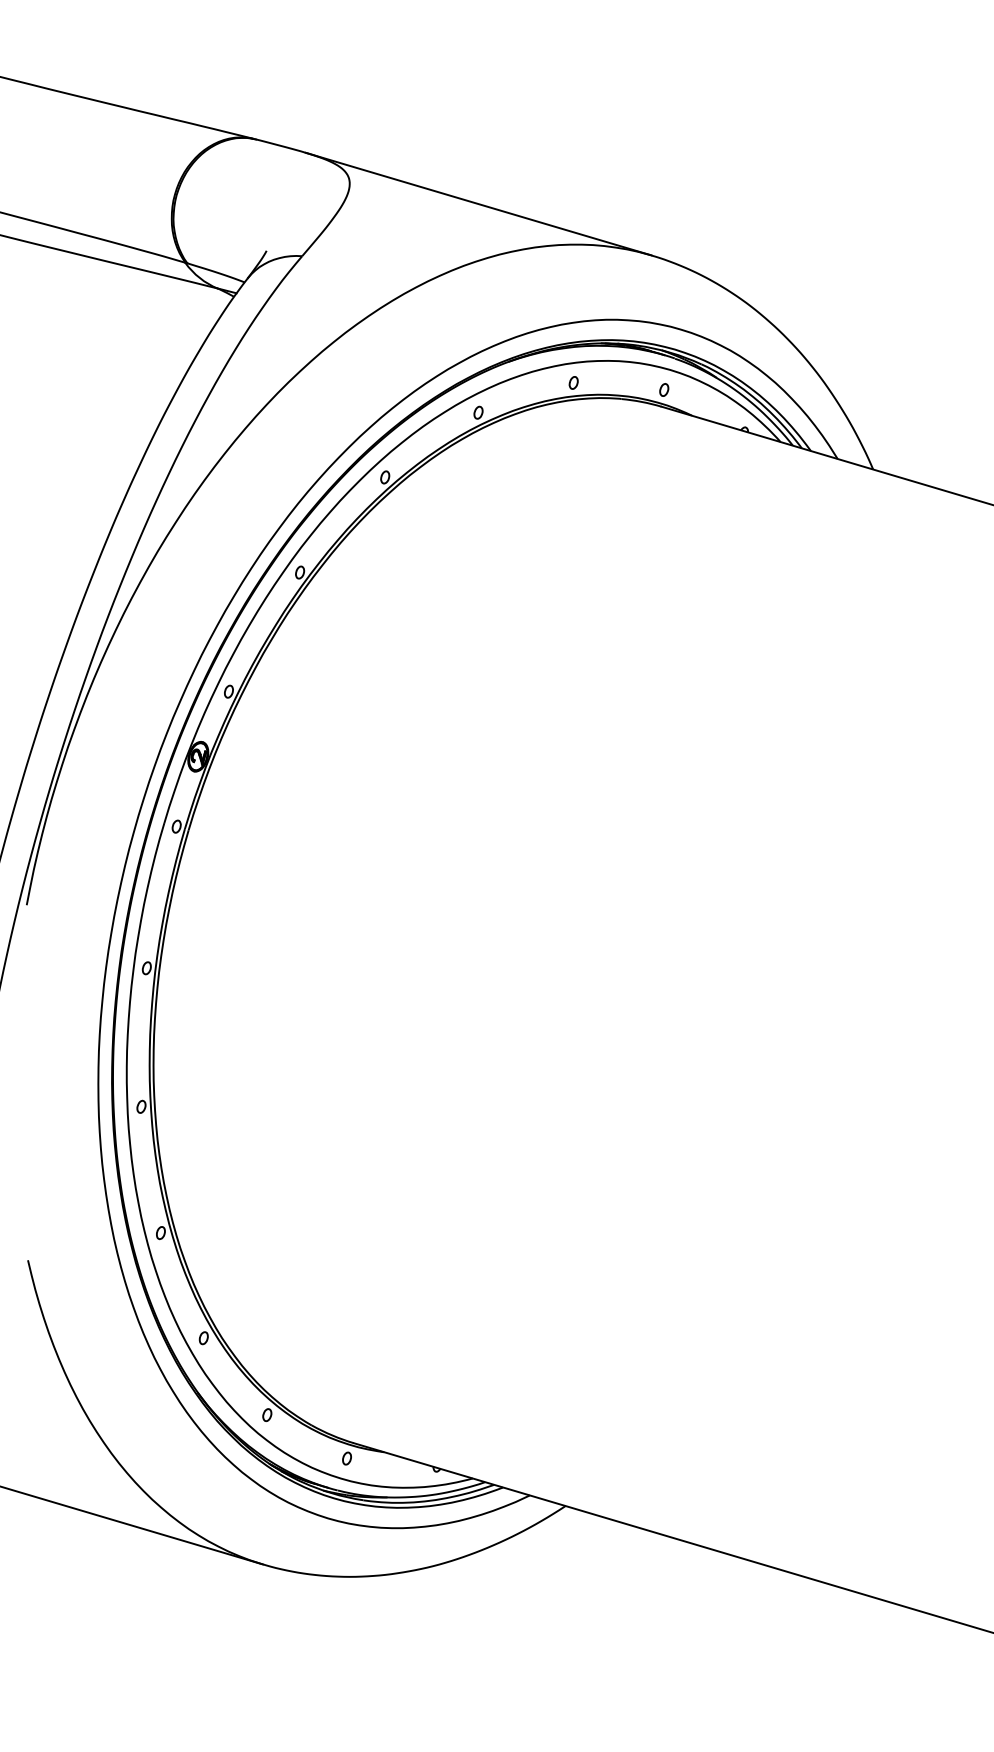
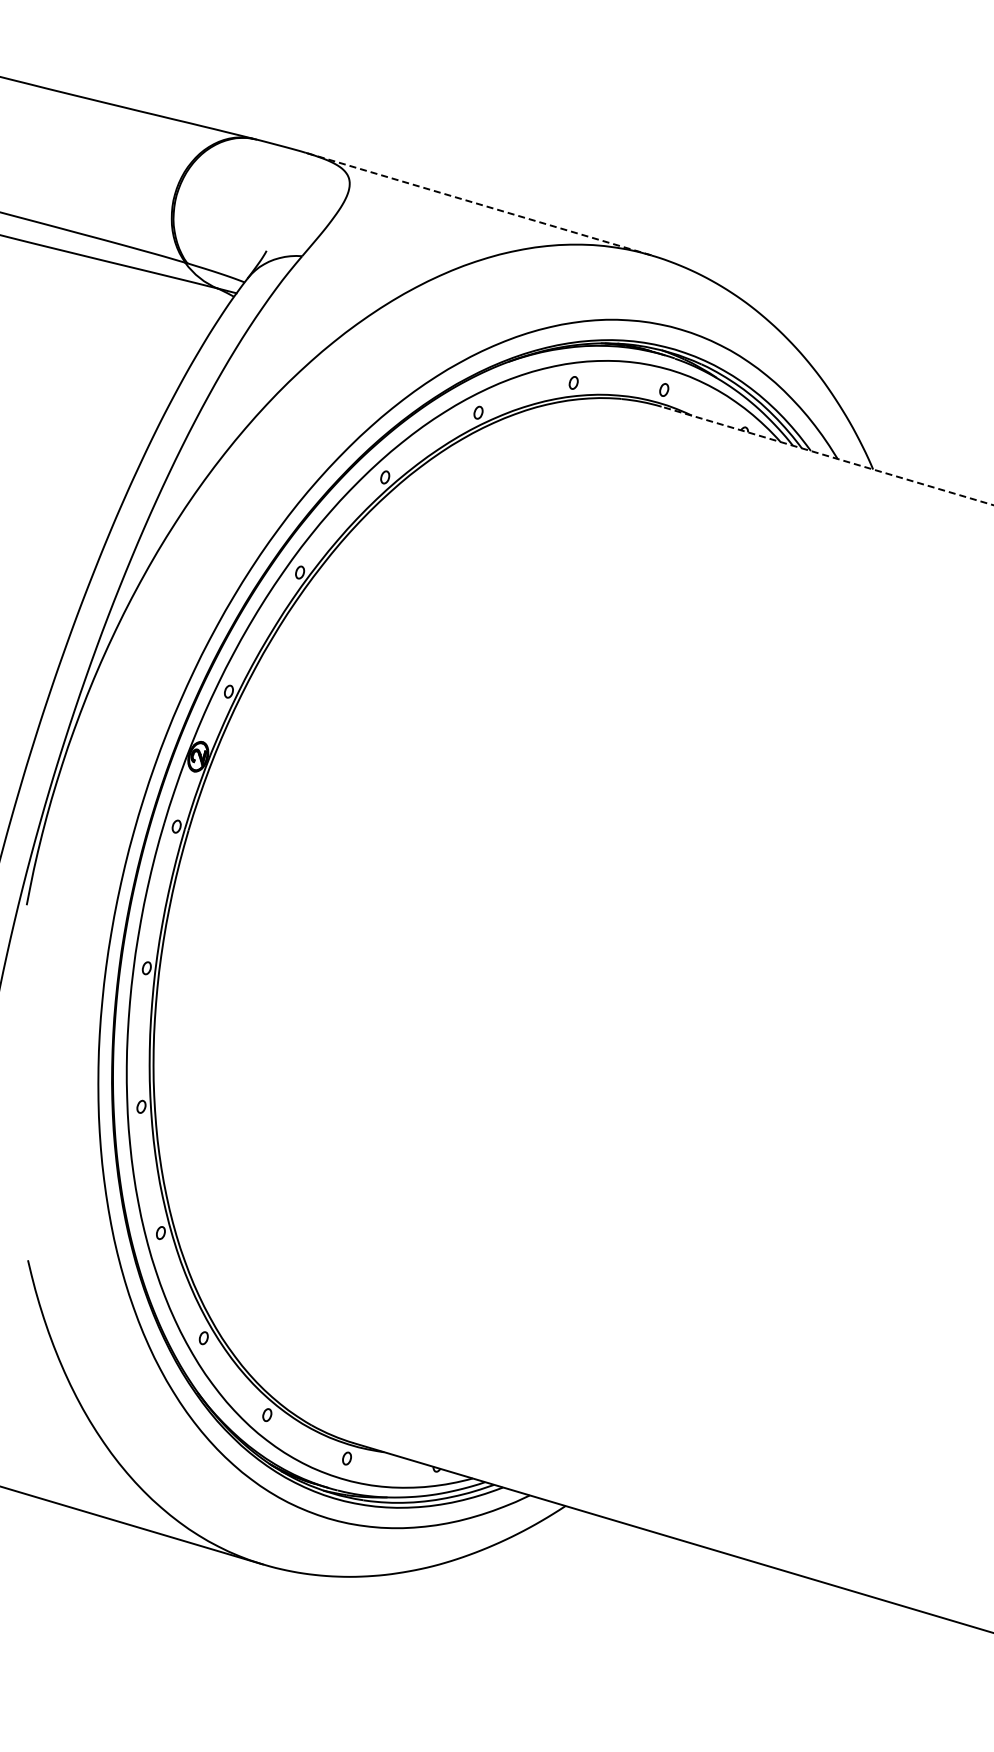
line at (478, 203): solid -> dashed
line at (827, 455): solid -> dashed
